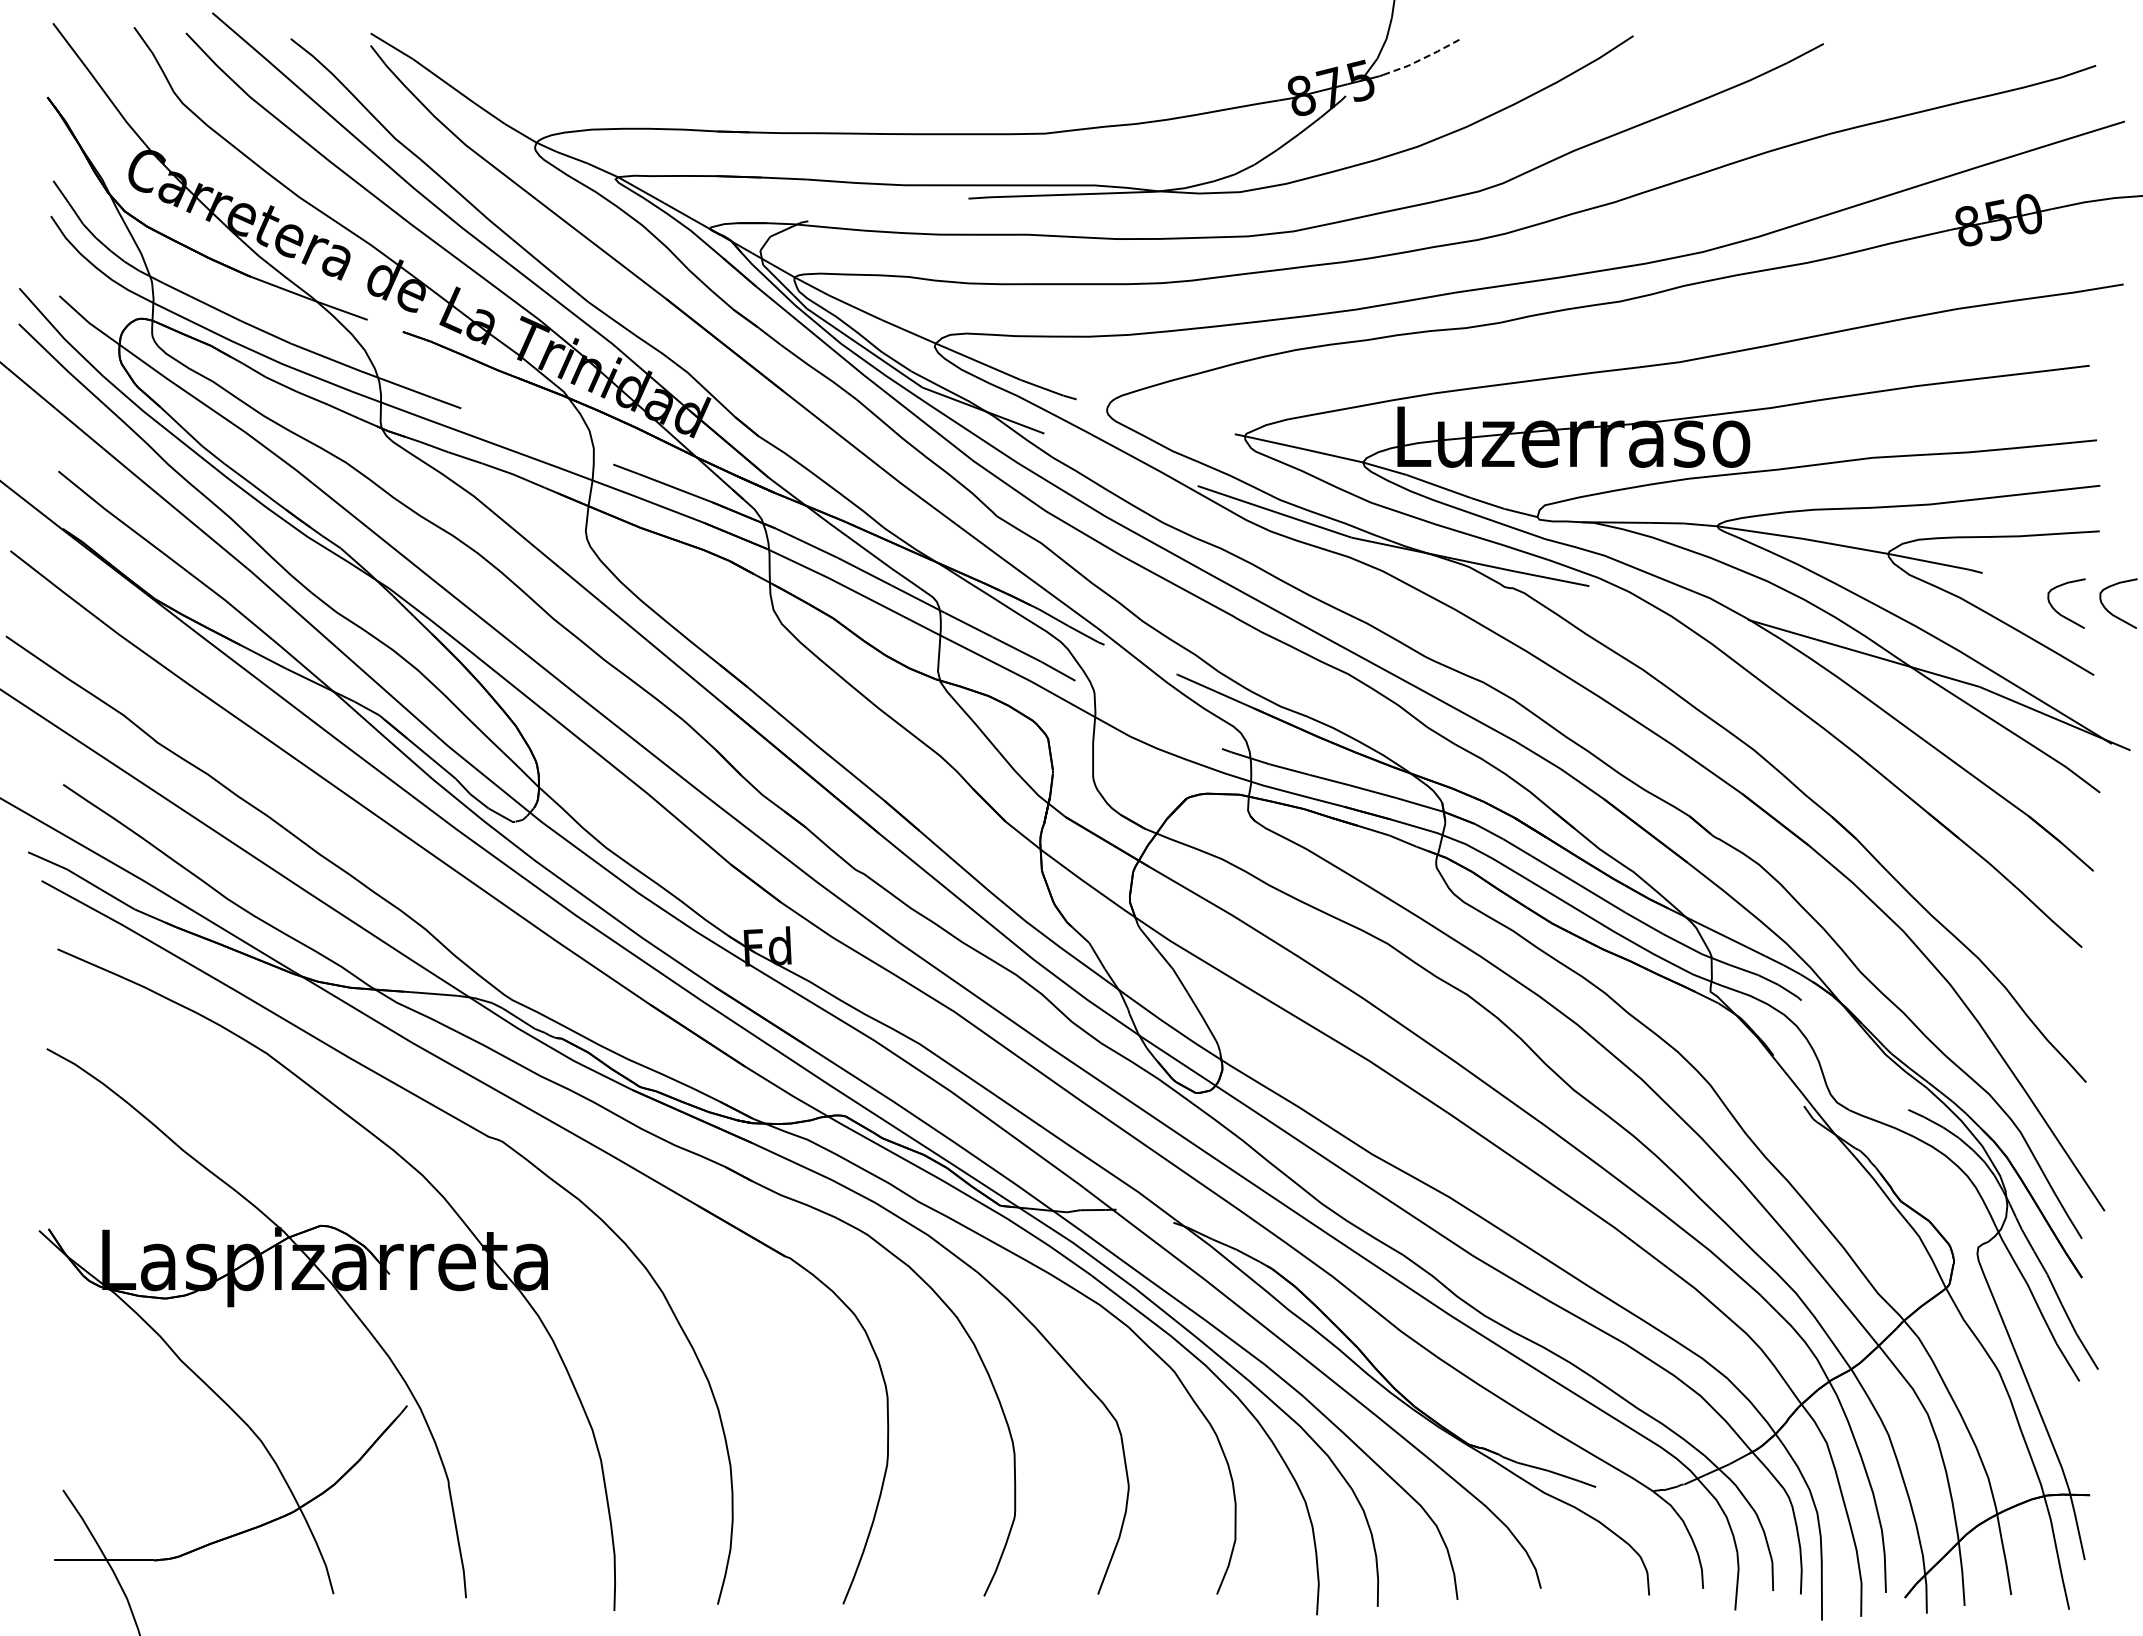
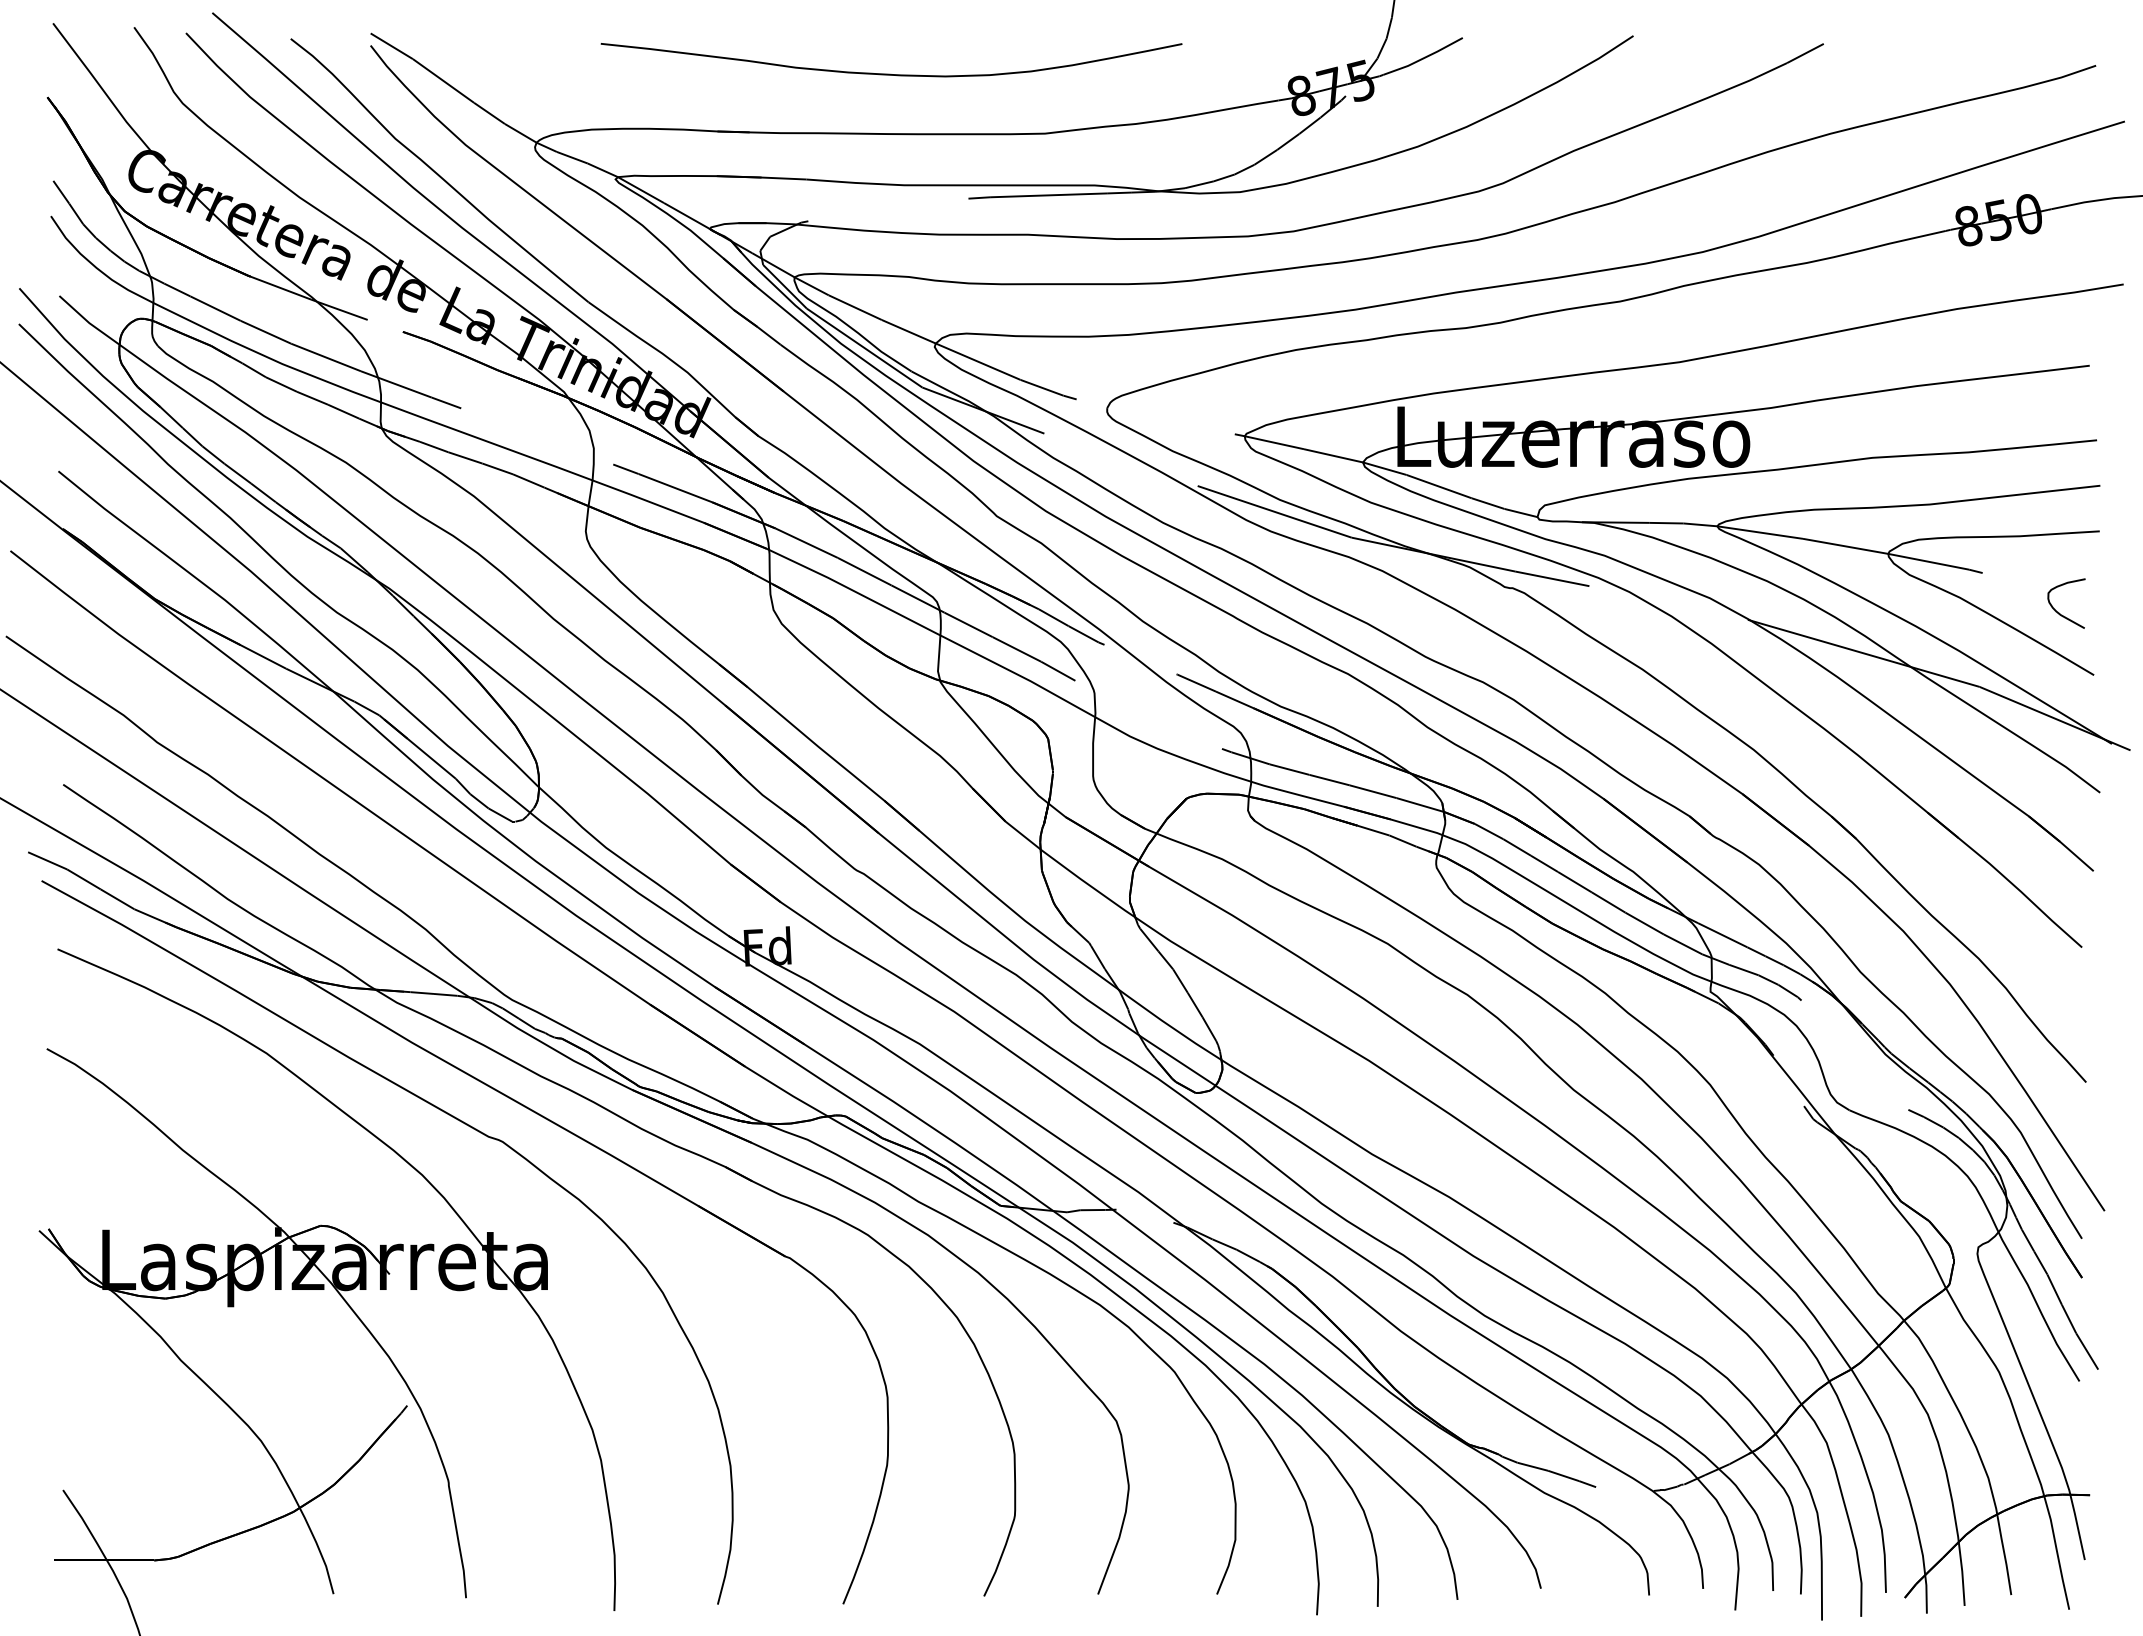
line at (1424, 58): dashed -> solid
curve at (890, 73): none -> present
curve at (2111, 612): present -> none
